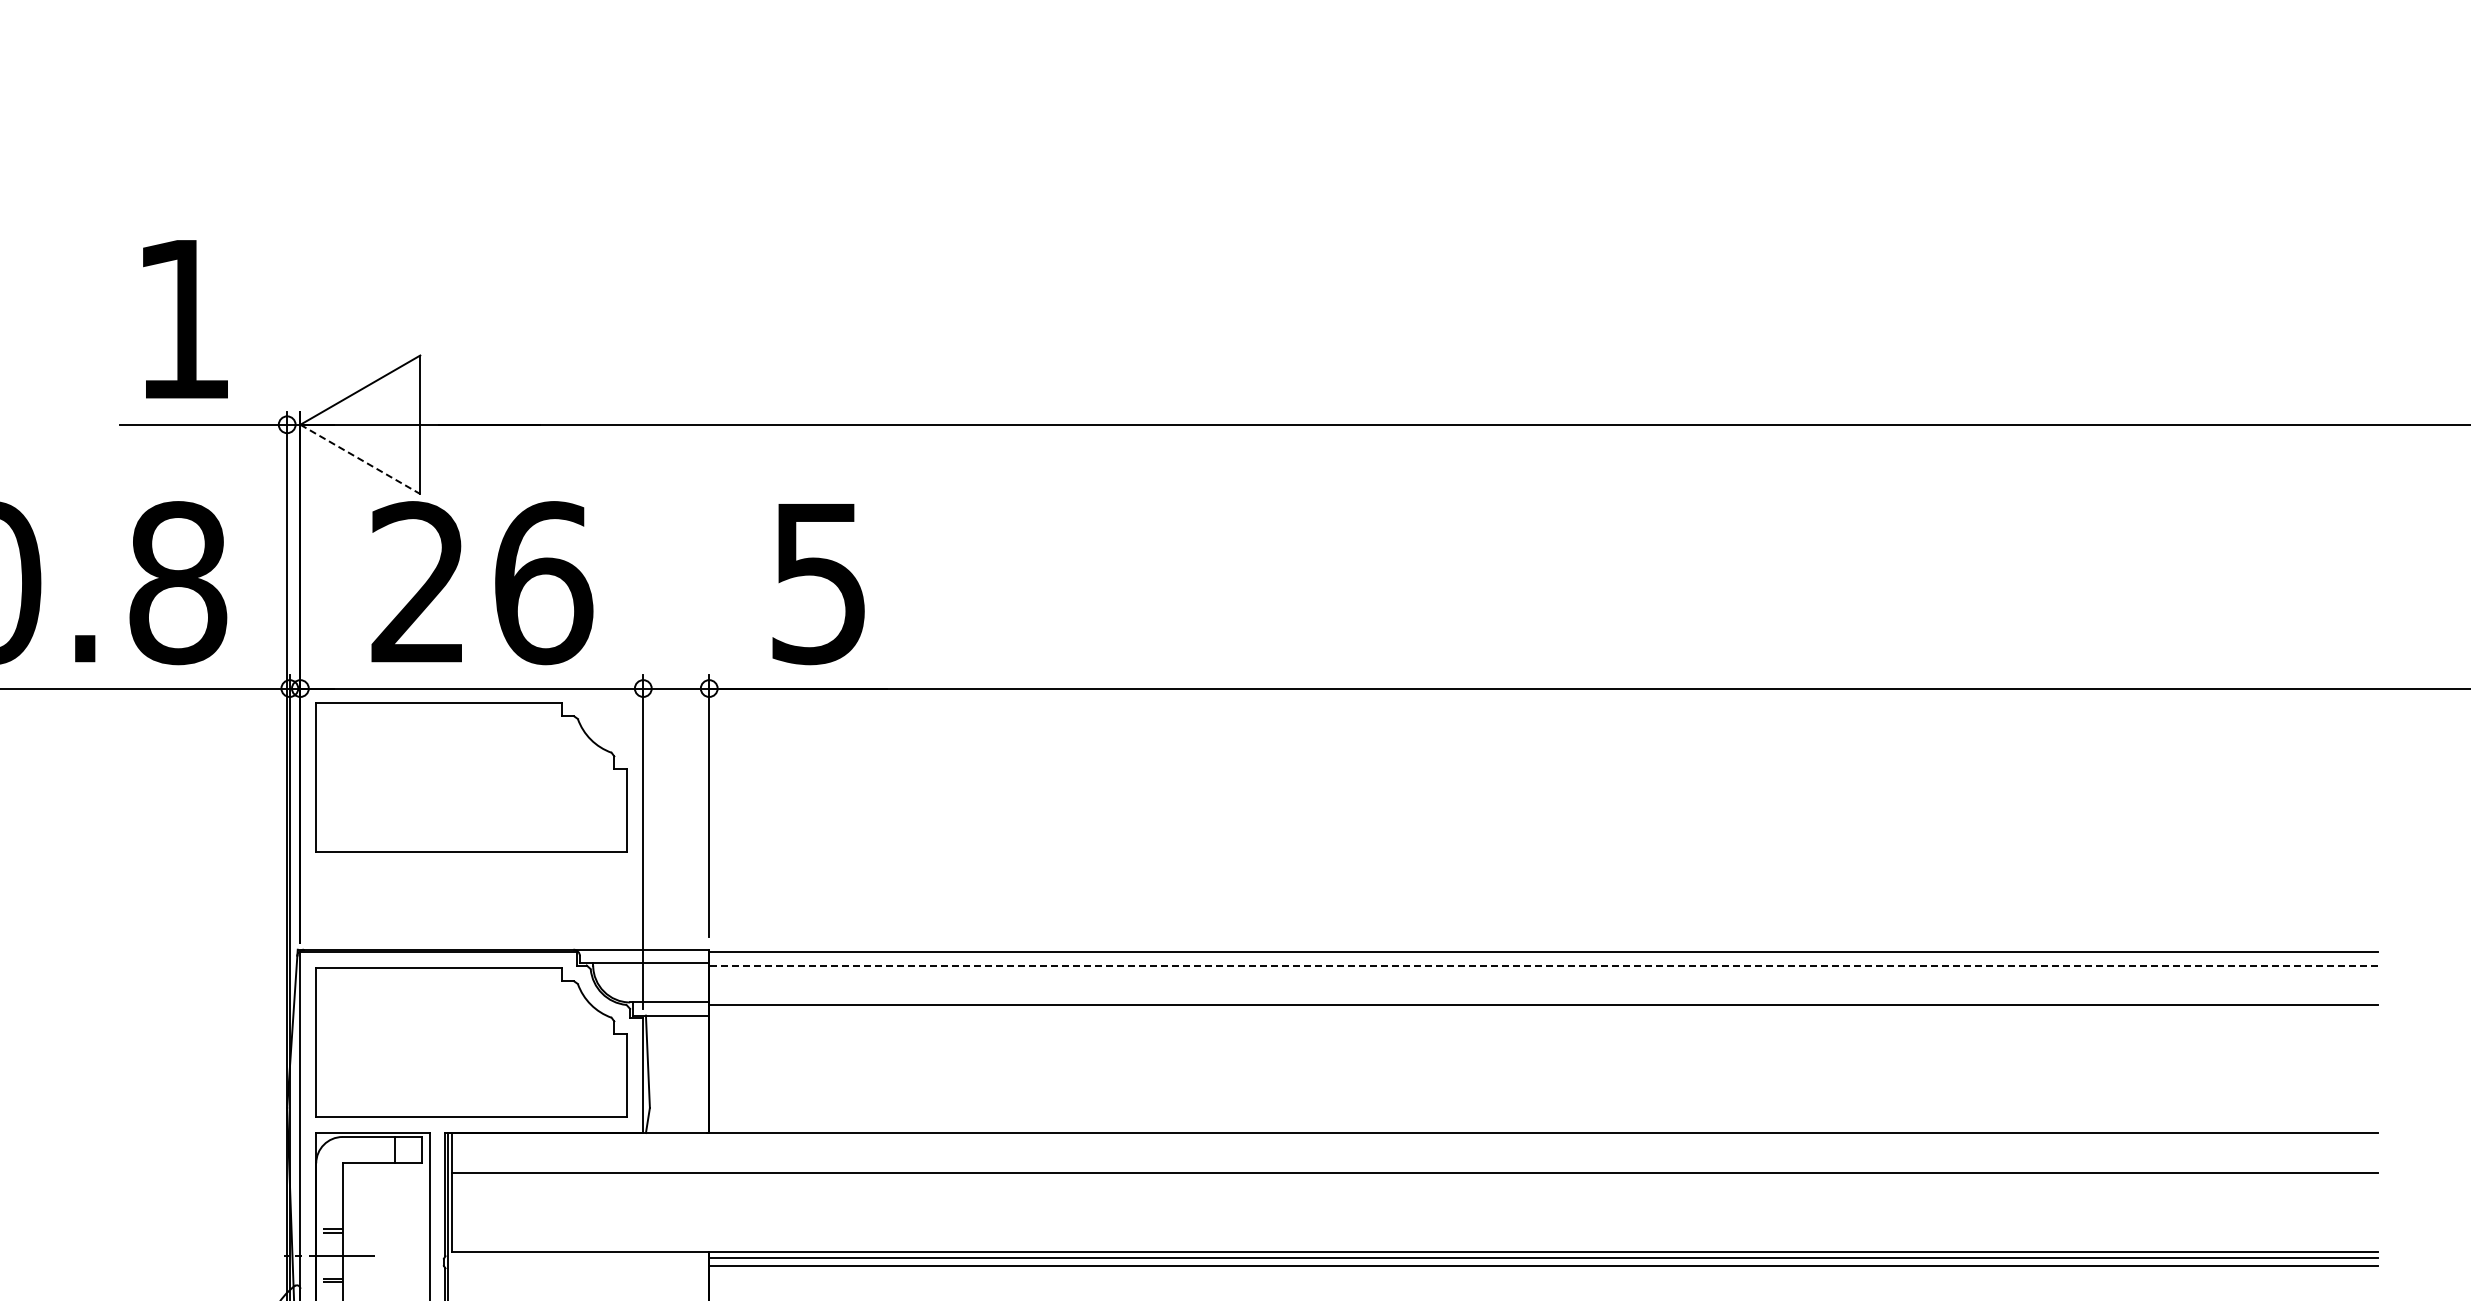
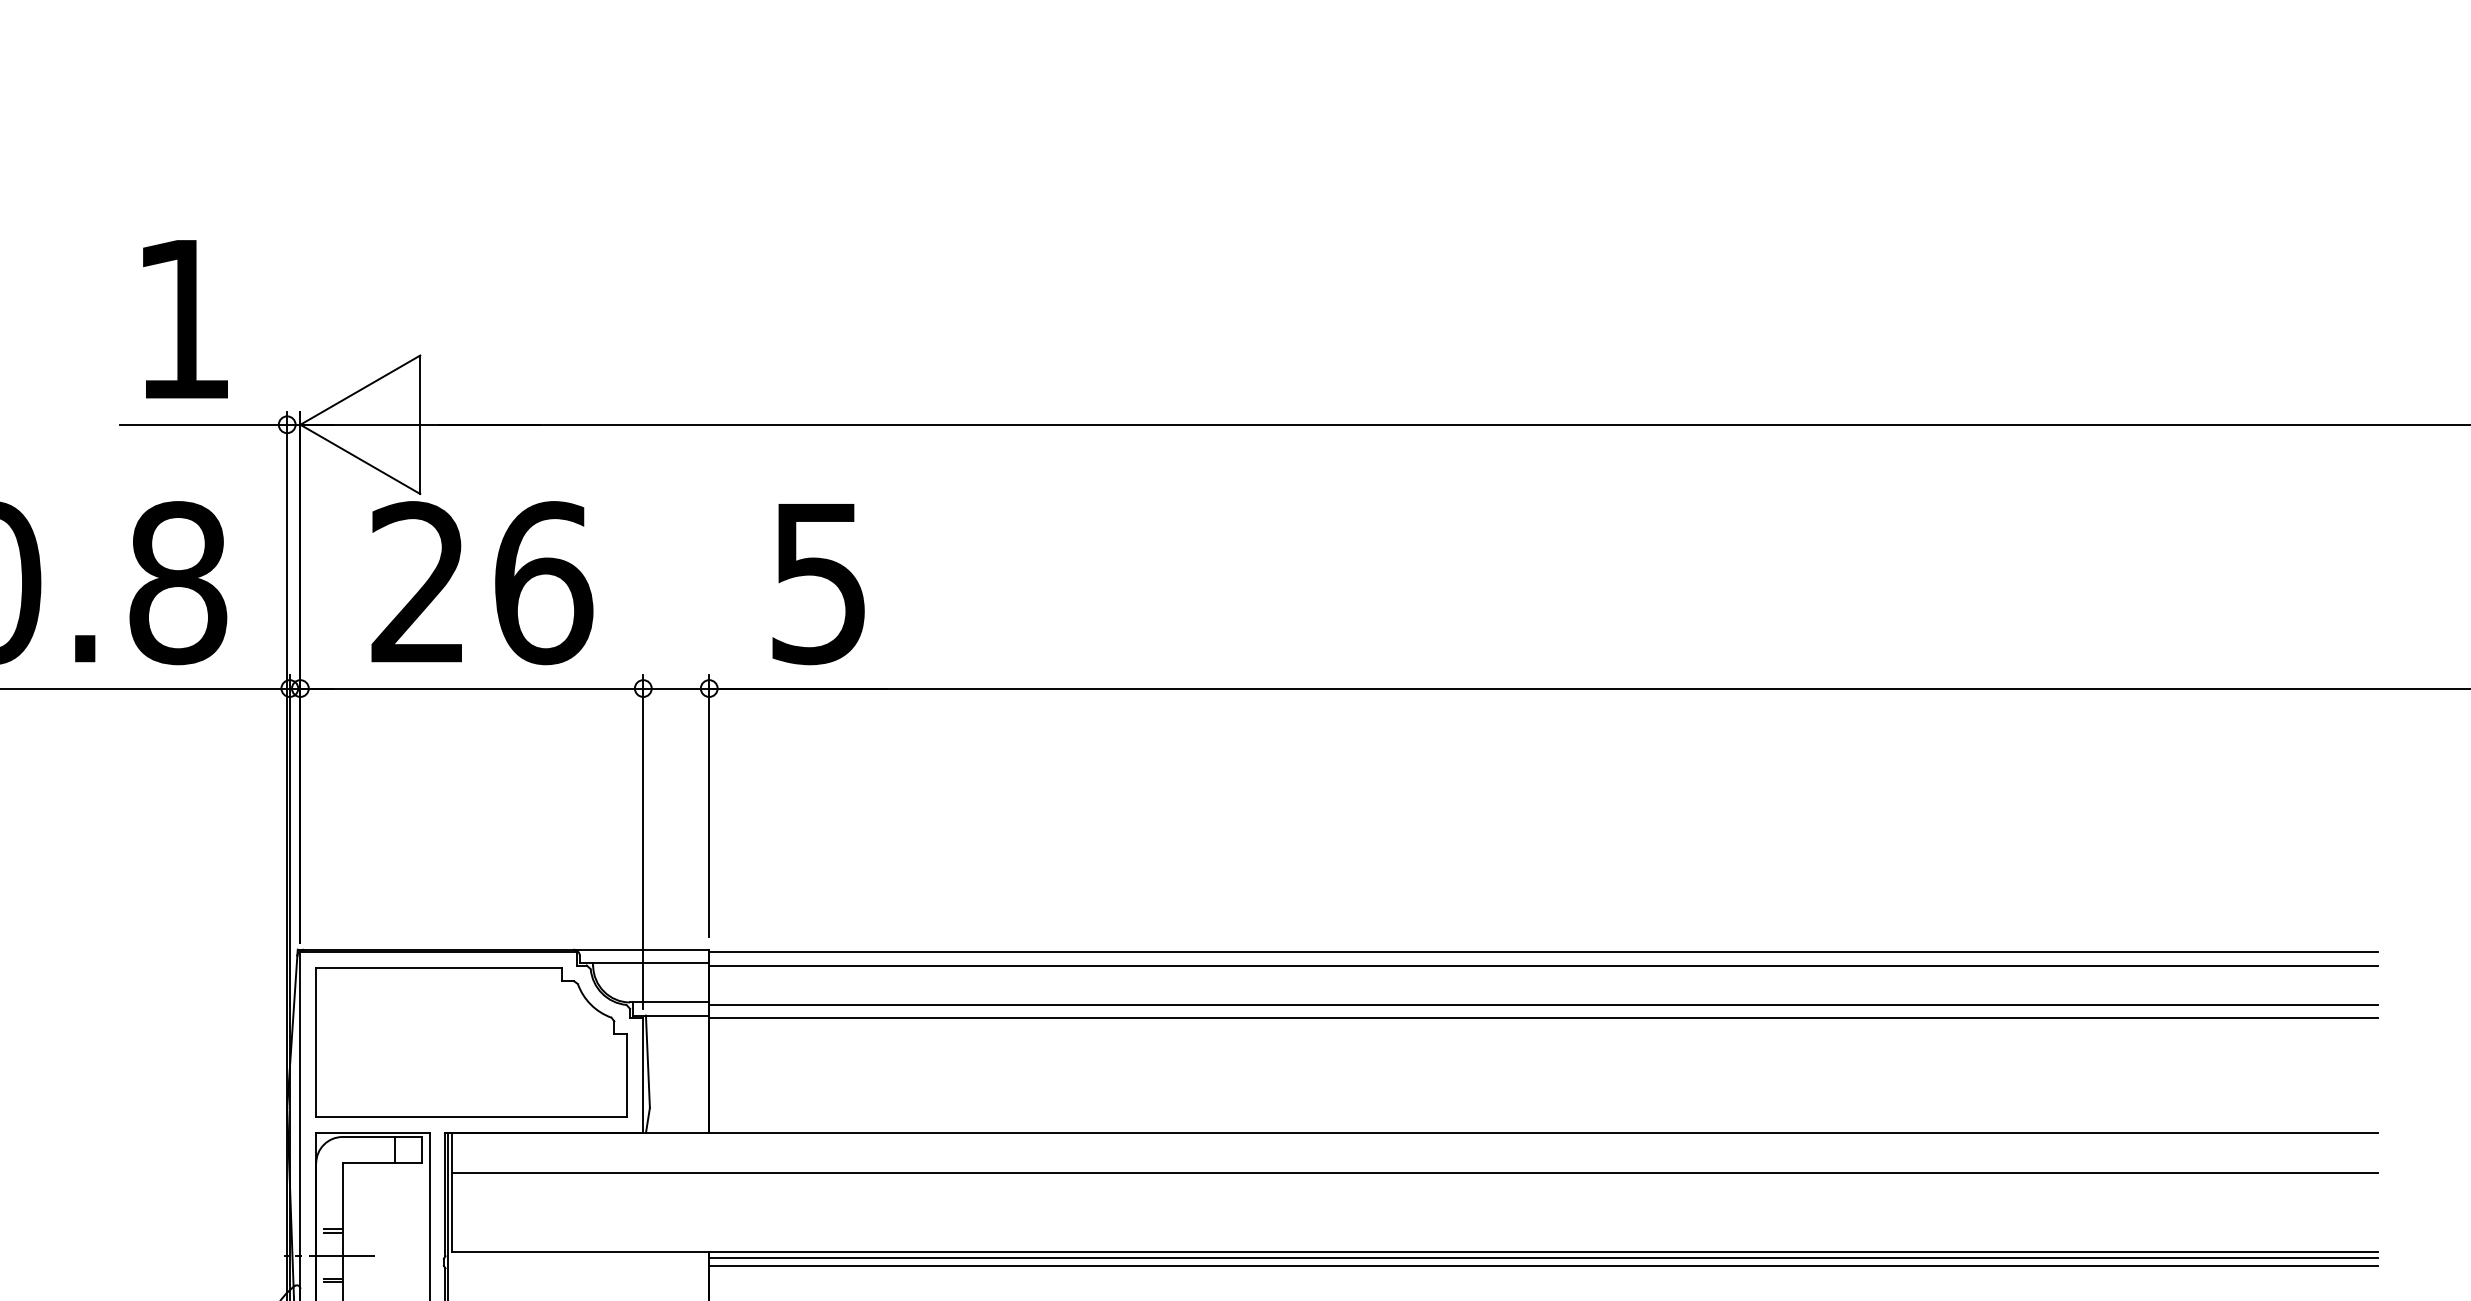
line at (360, 459): dashed -> solid
part at (471, 777): present -> none
line at (1542, 965): dashed -> solid
line at (1543, 1018): none -> present
